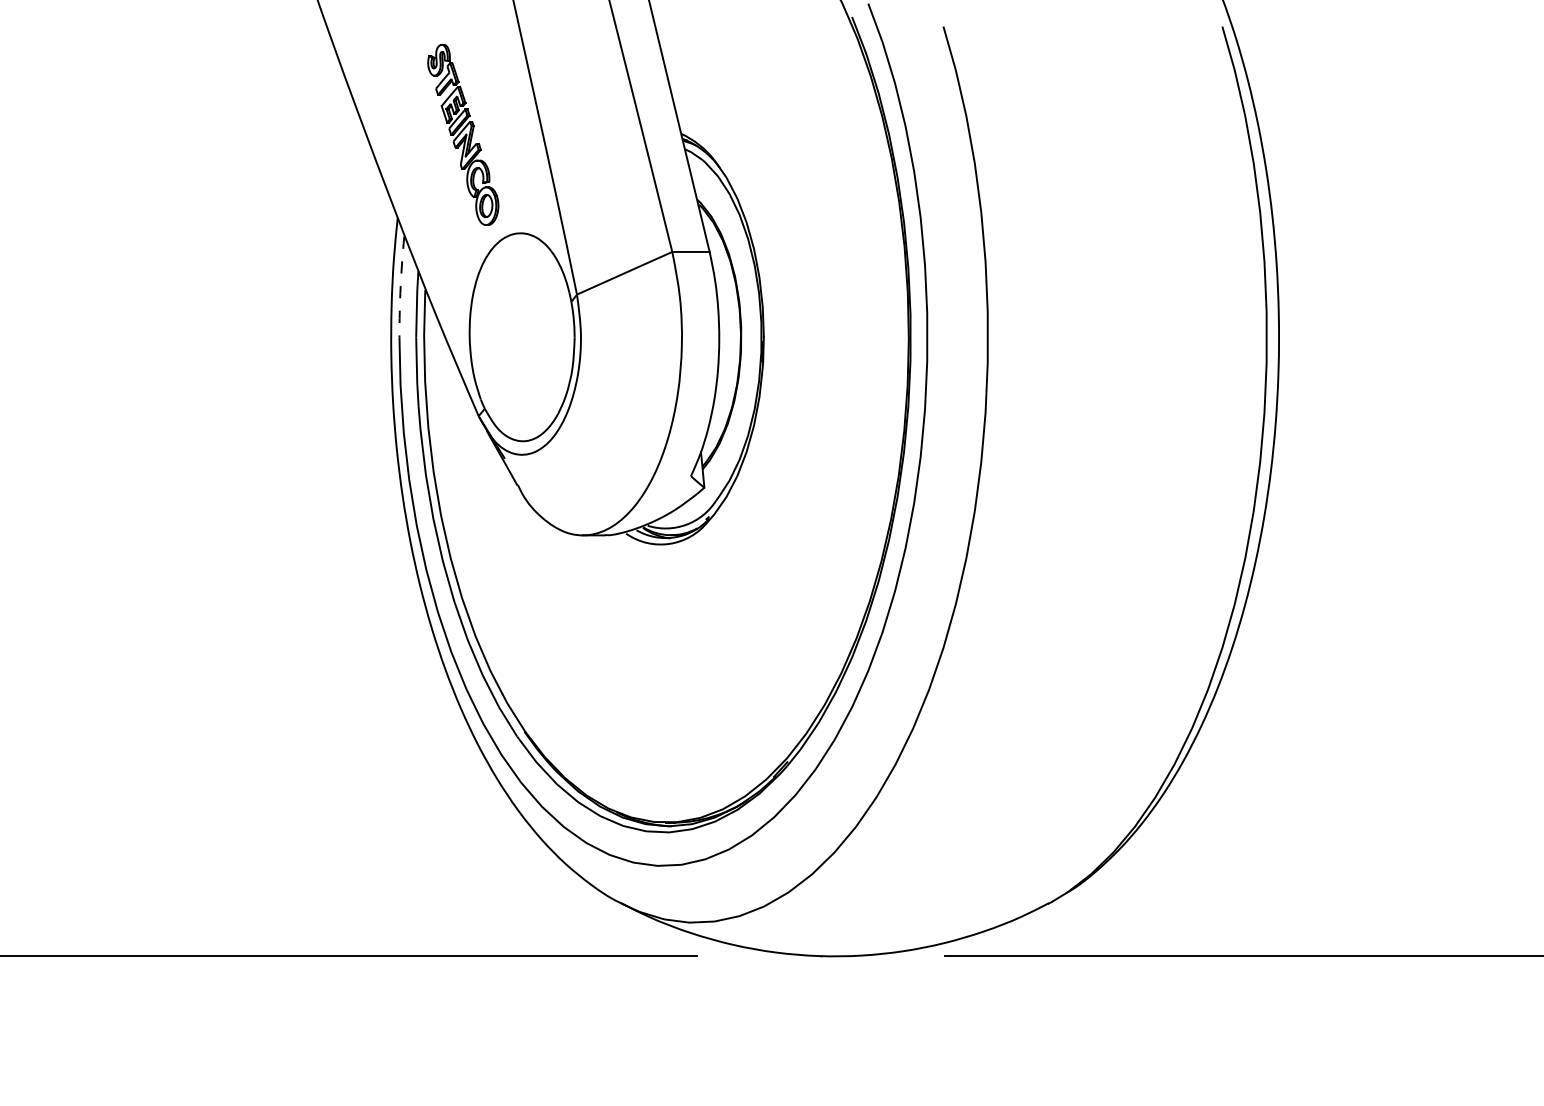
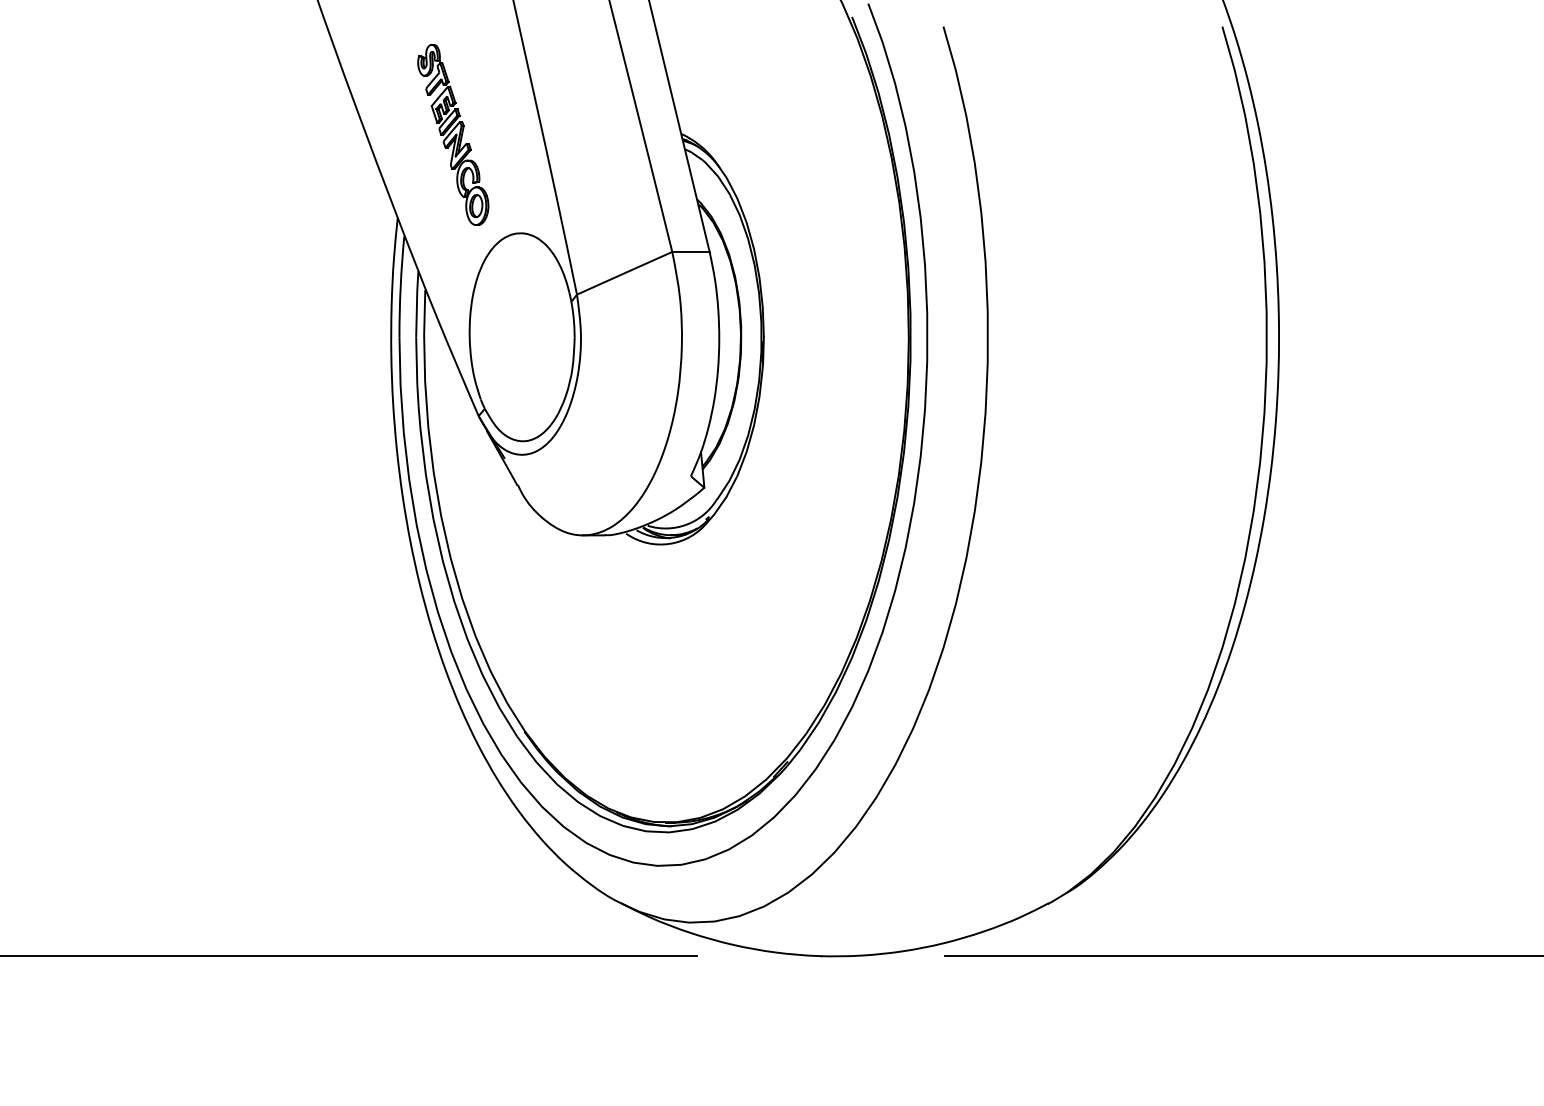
part at (463, 134) position: (463, 134) -> (453, 134)
arc at (400, 286): dashed -> solid
